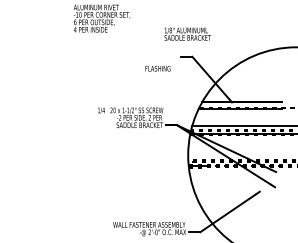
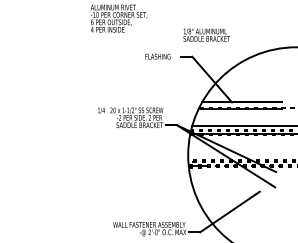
text at (102, 18) position: (102, 18) -> (119, 18)
text at (187, 33) position: (187, 33) -> (206, 34)
text at (157, 68) position: (157, 68) -> (157, 56)
